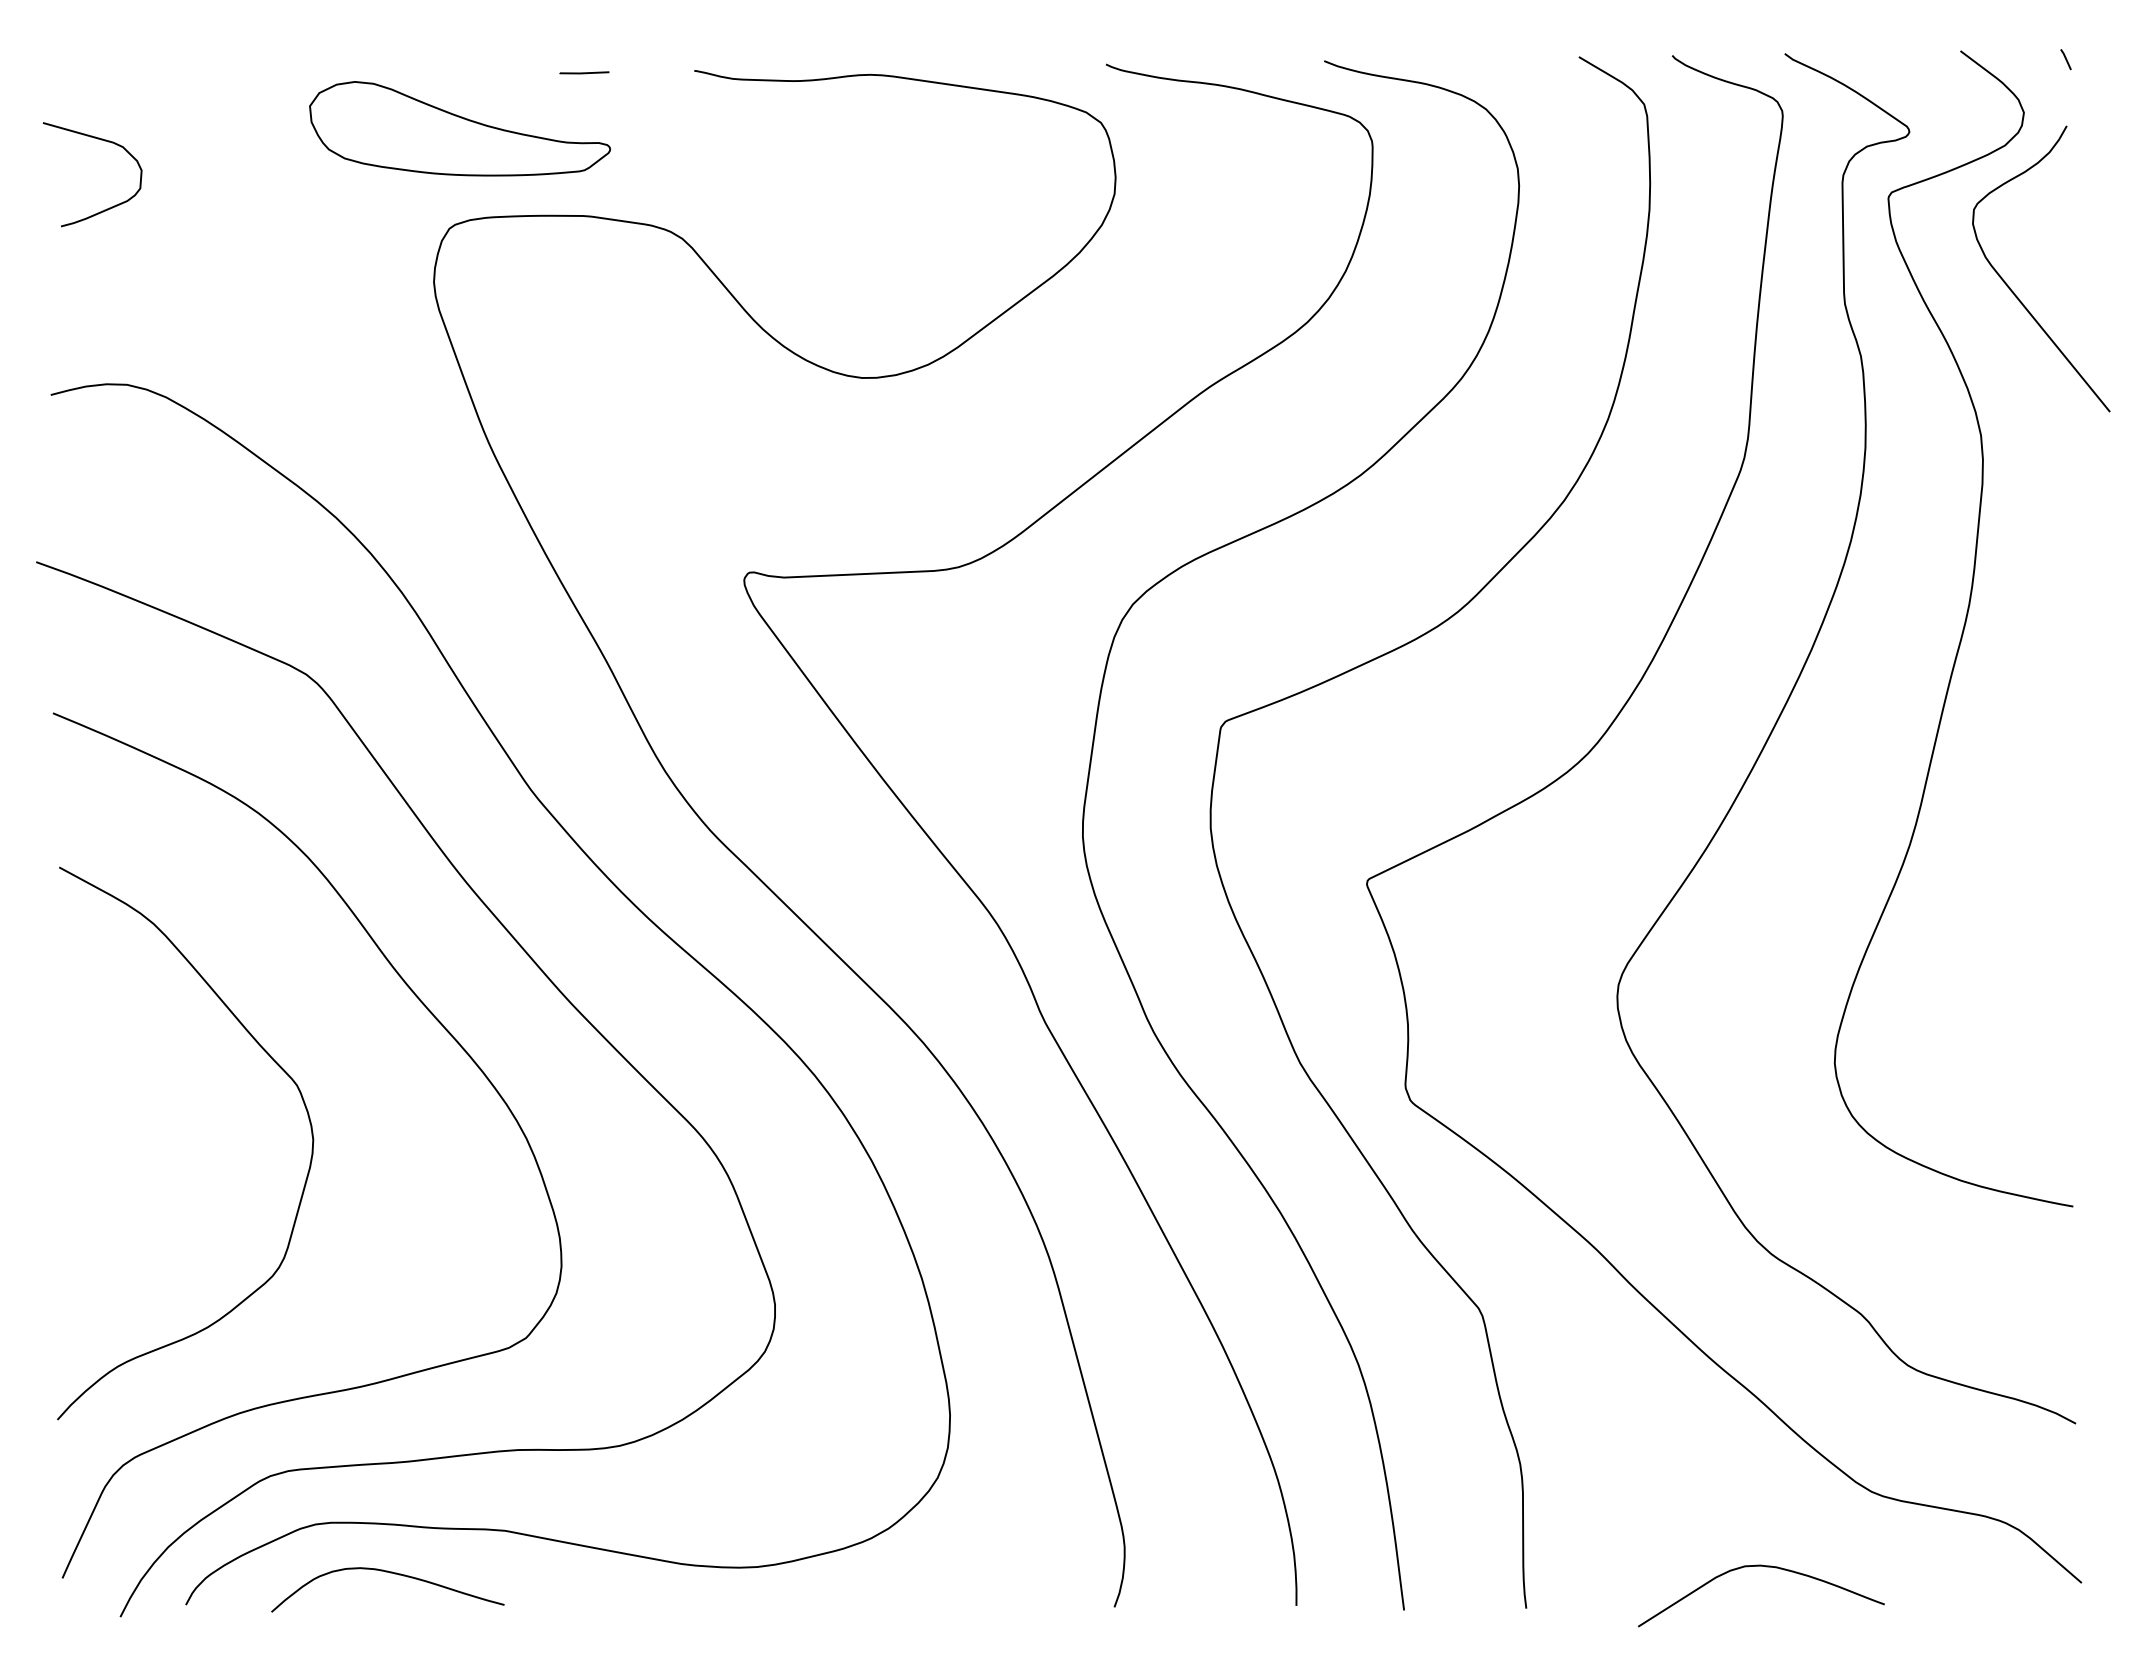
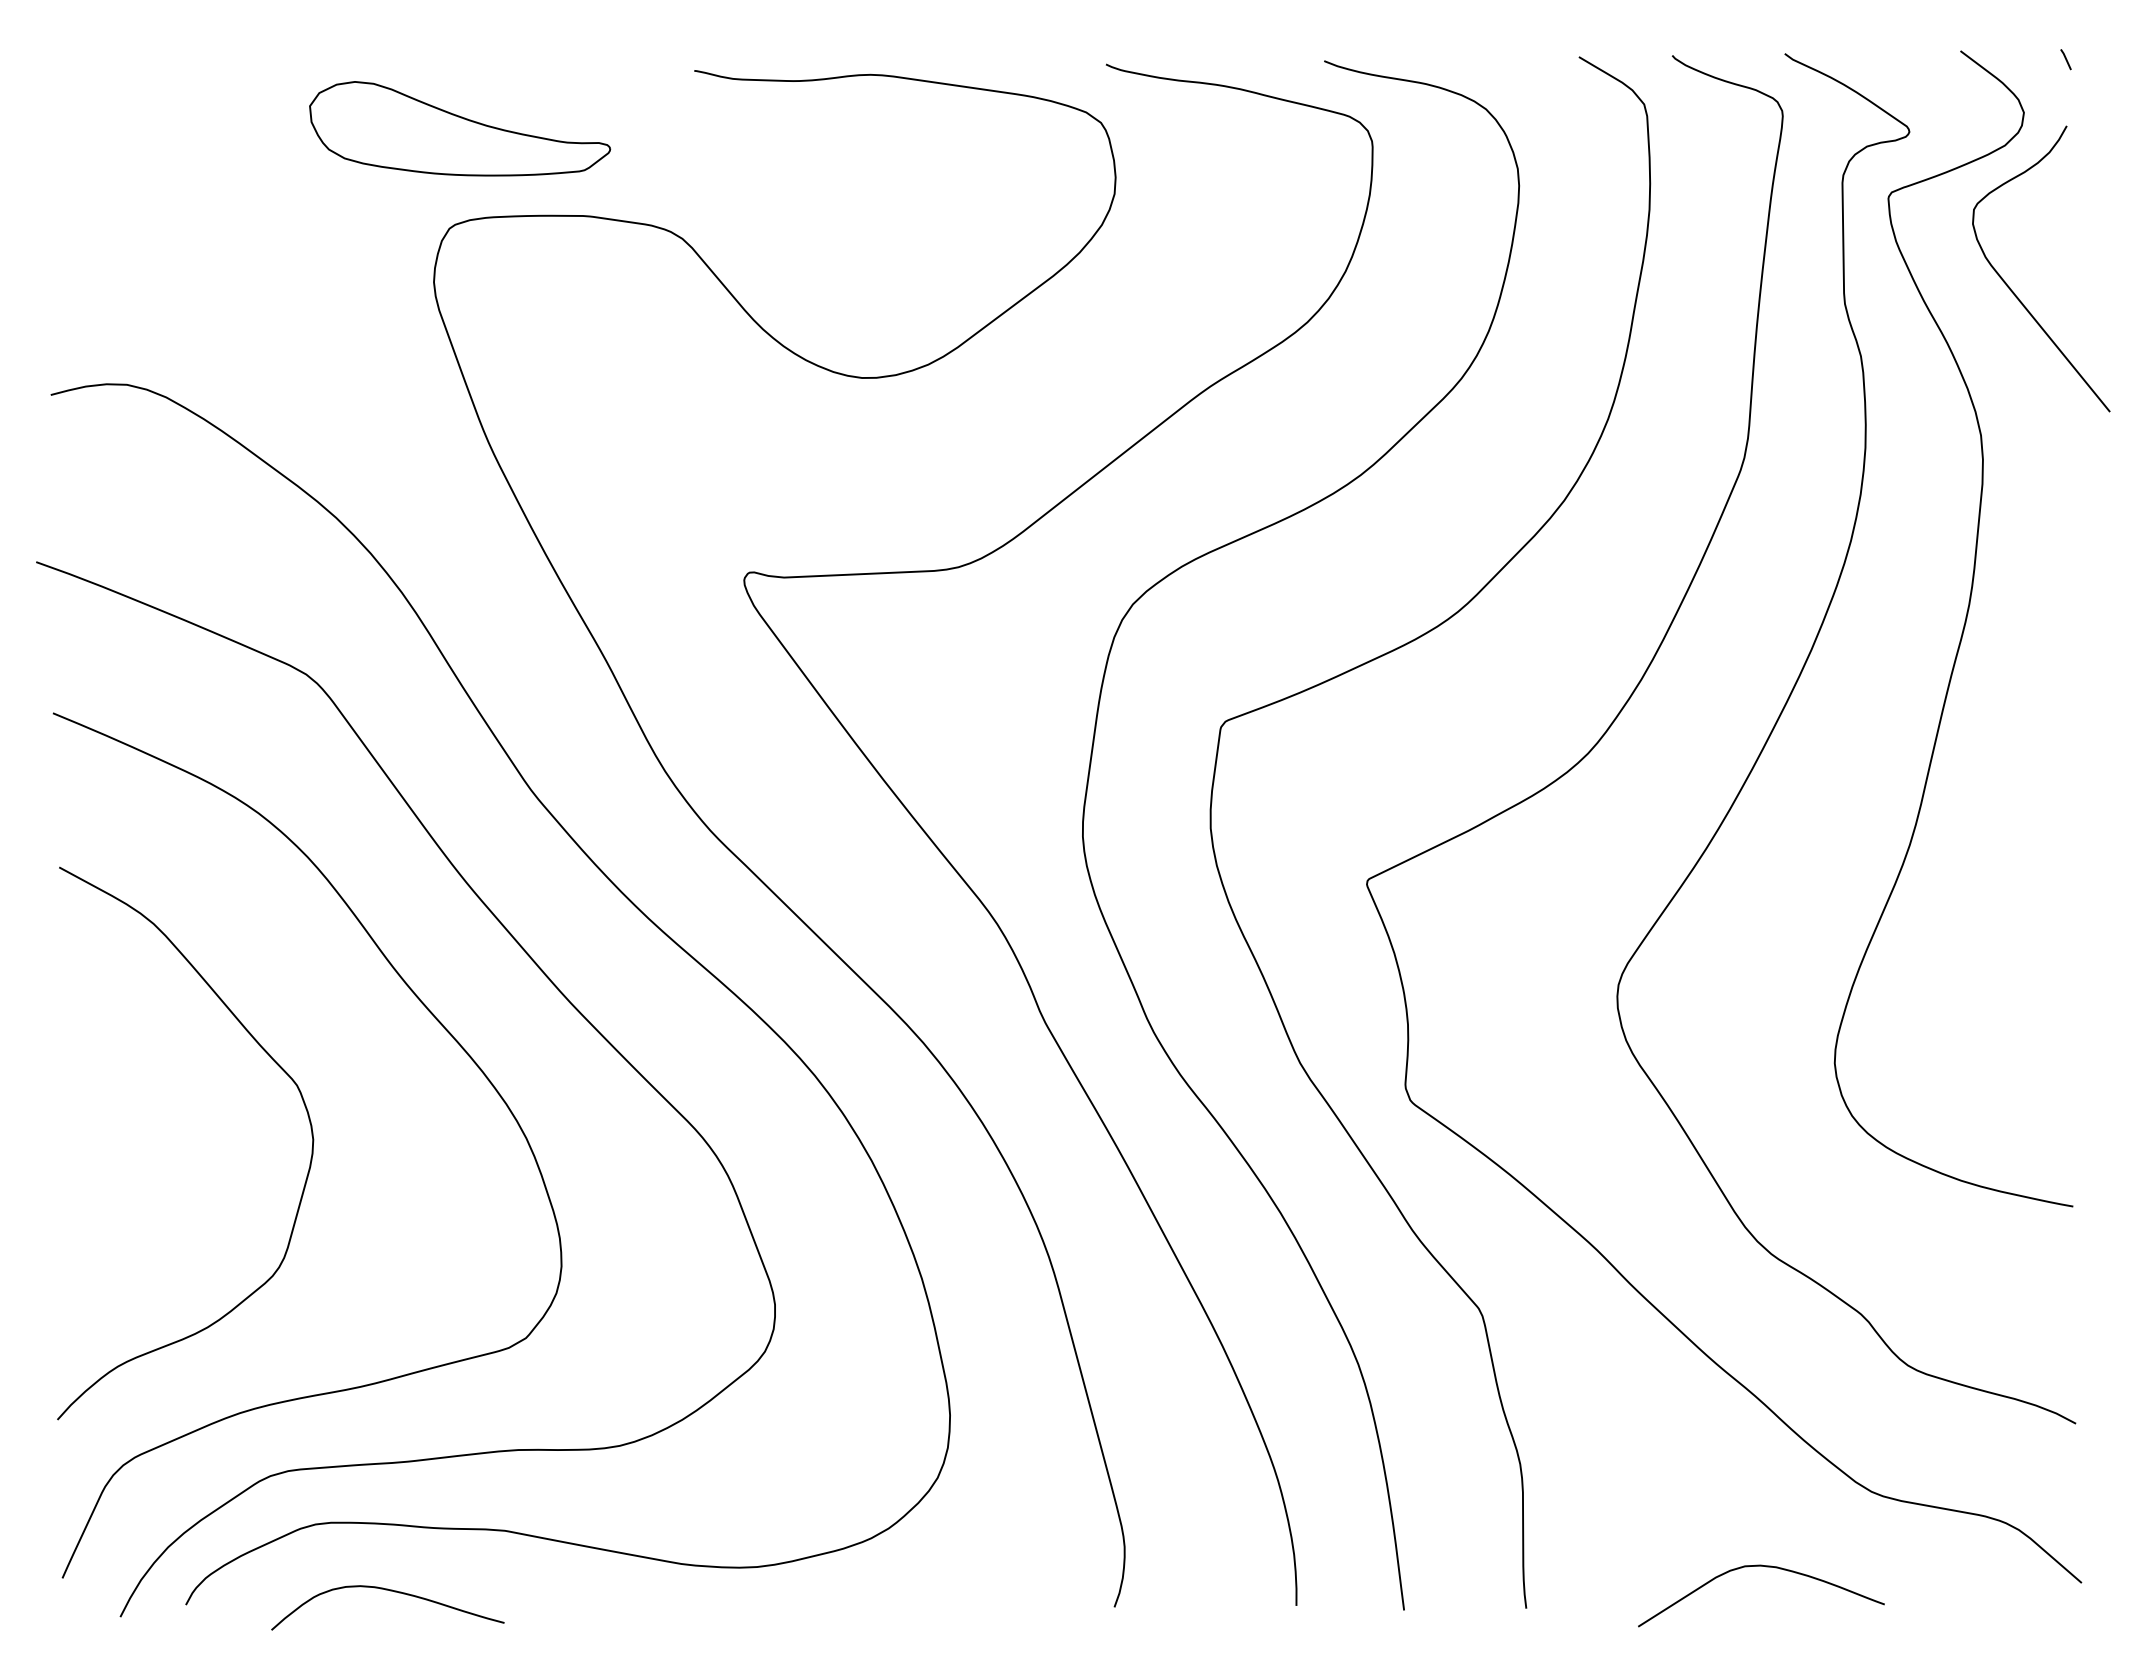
line at (584, 72): present -> none
curve at (104, 141): present -> none
curve at (390, 1573) position: (390, 1573) -> (390, 1591)
